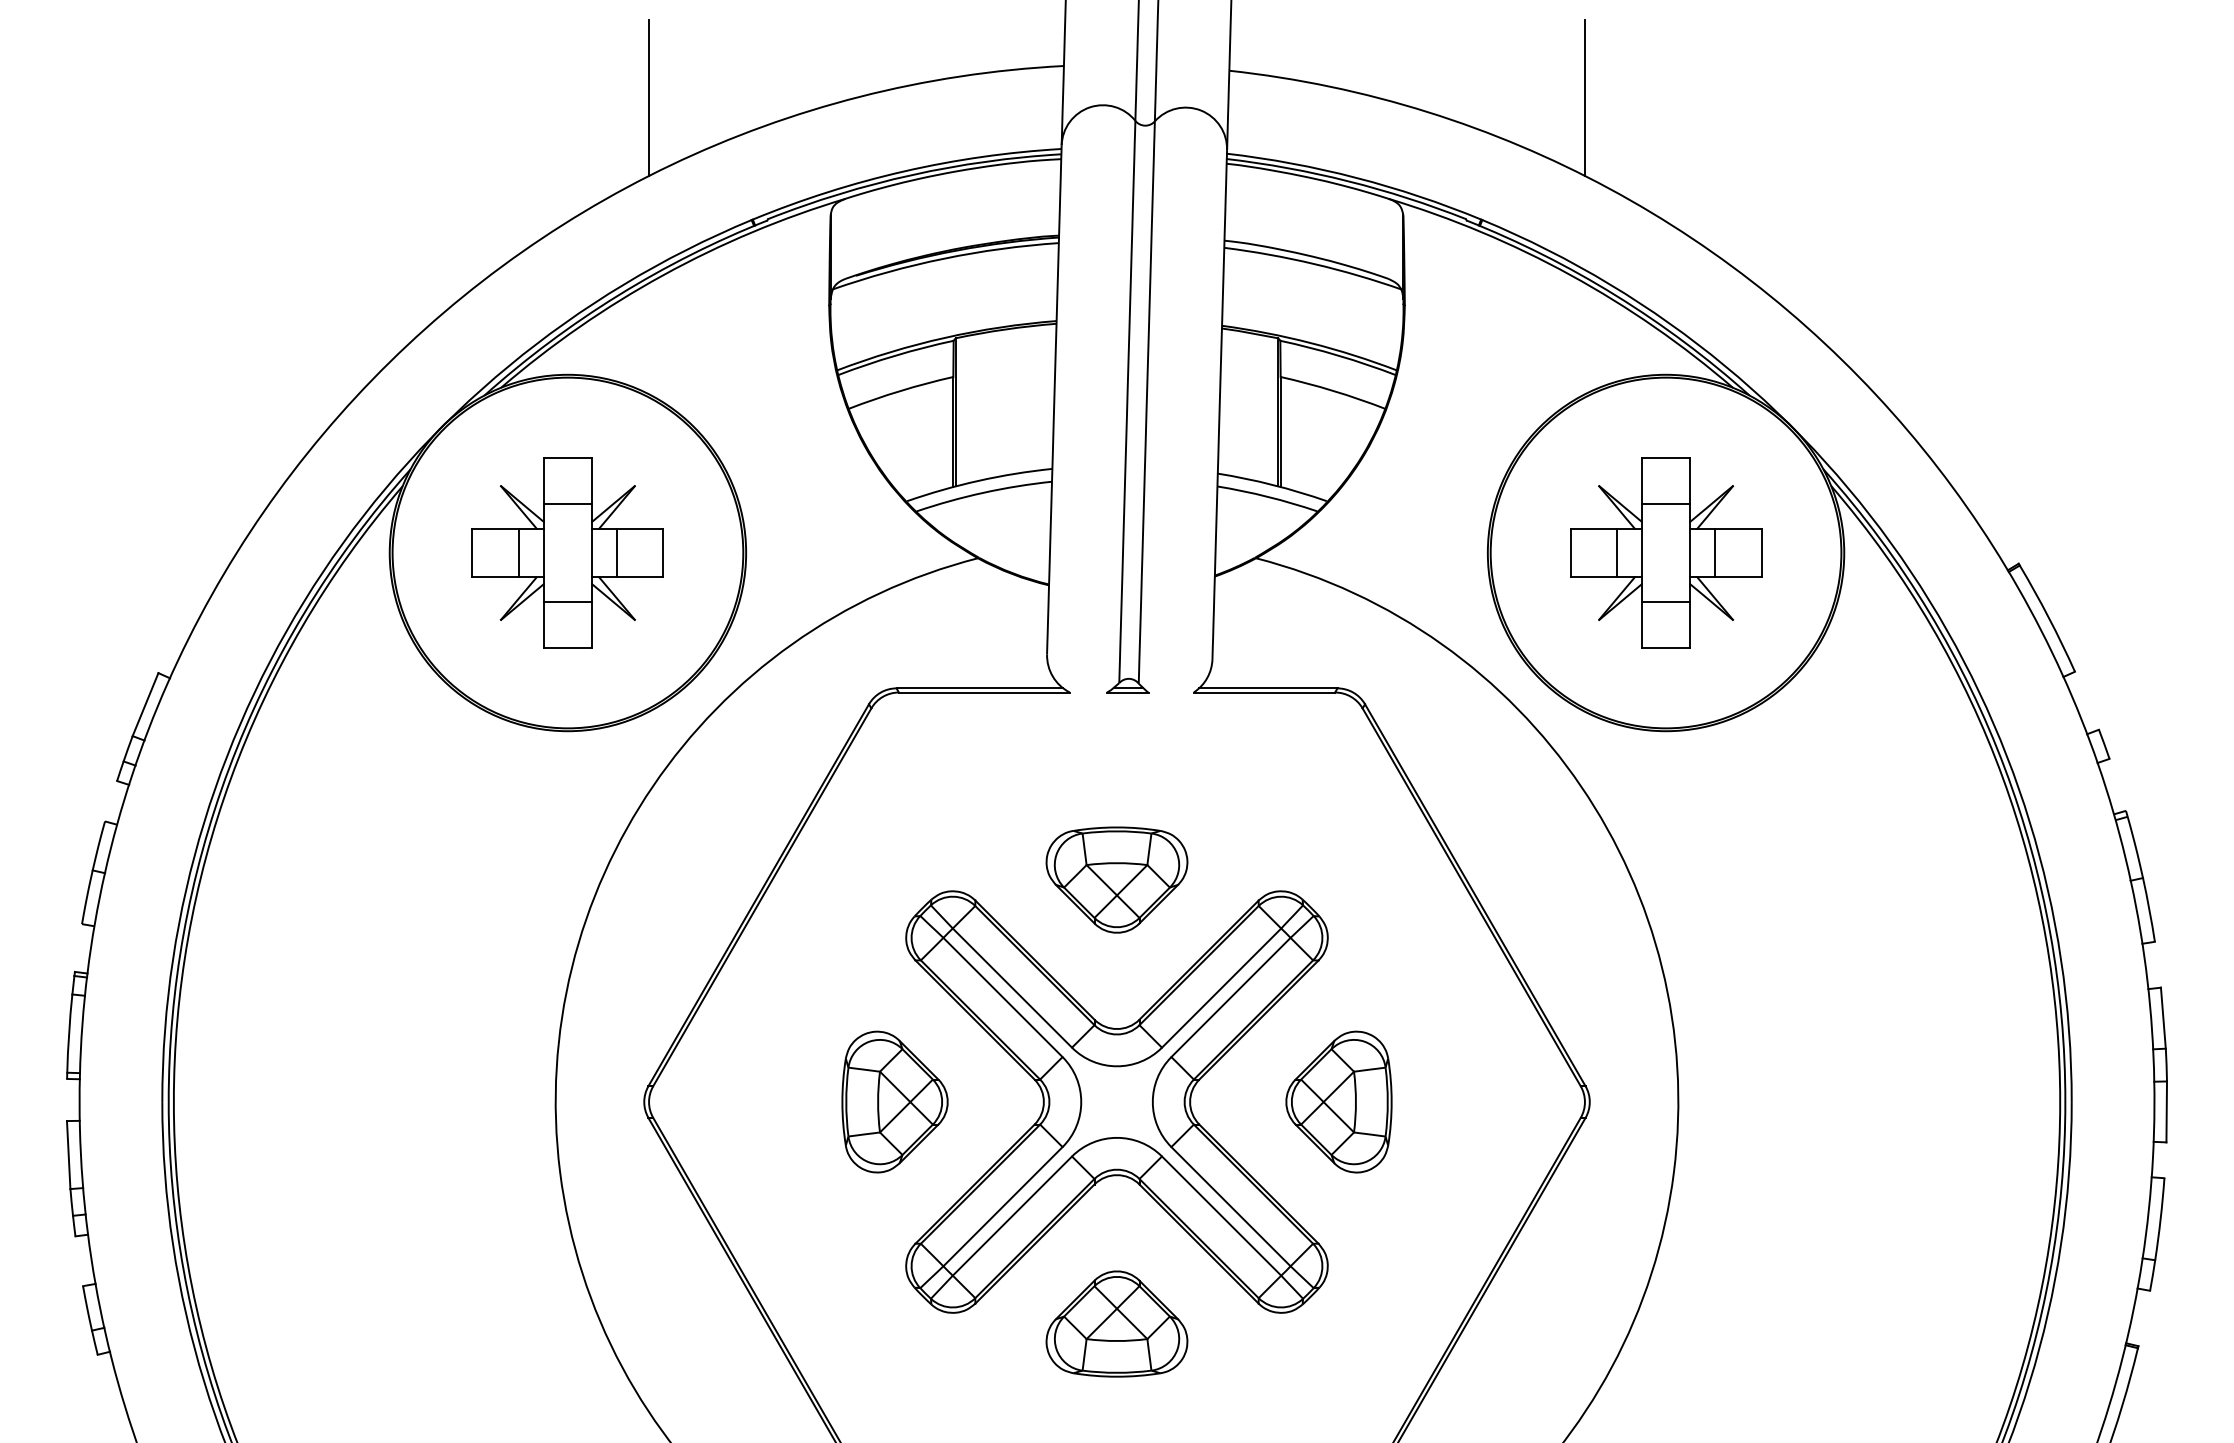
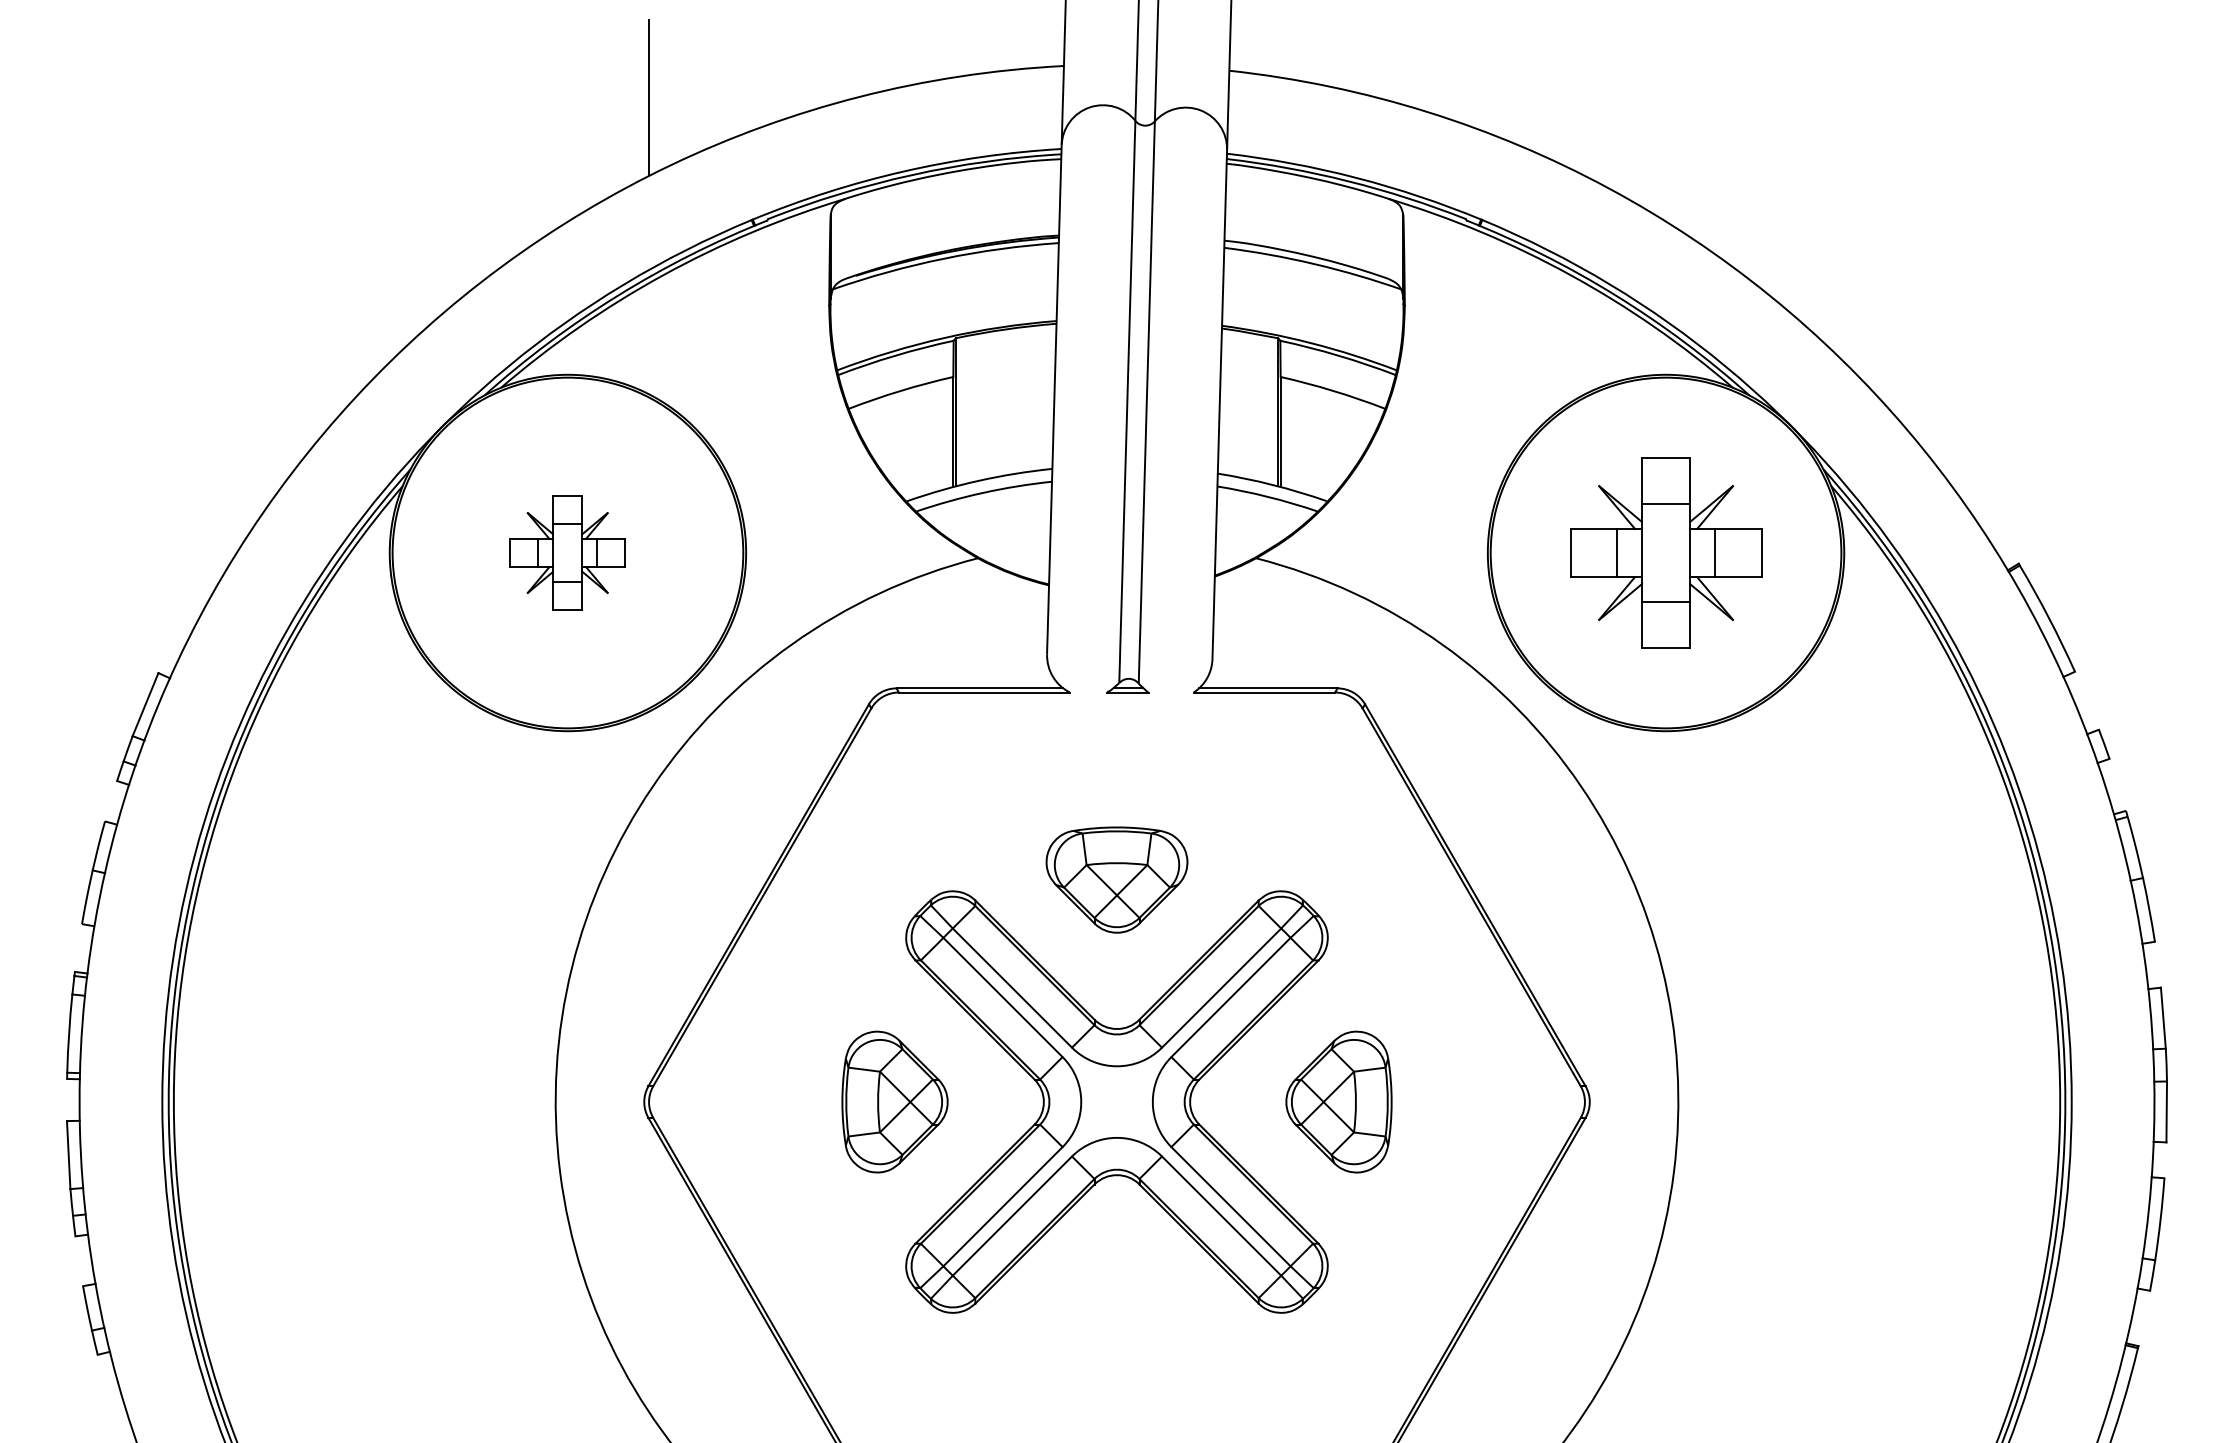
line at (1584, 98): present -> none
part at (567, 552) size: 193x192 px -> 117x116 px
part at (1116, 1323): present -> none
